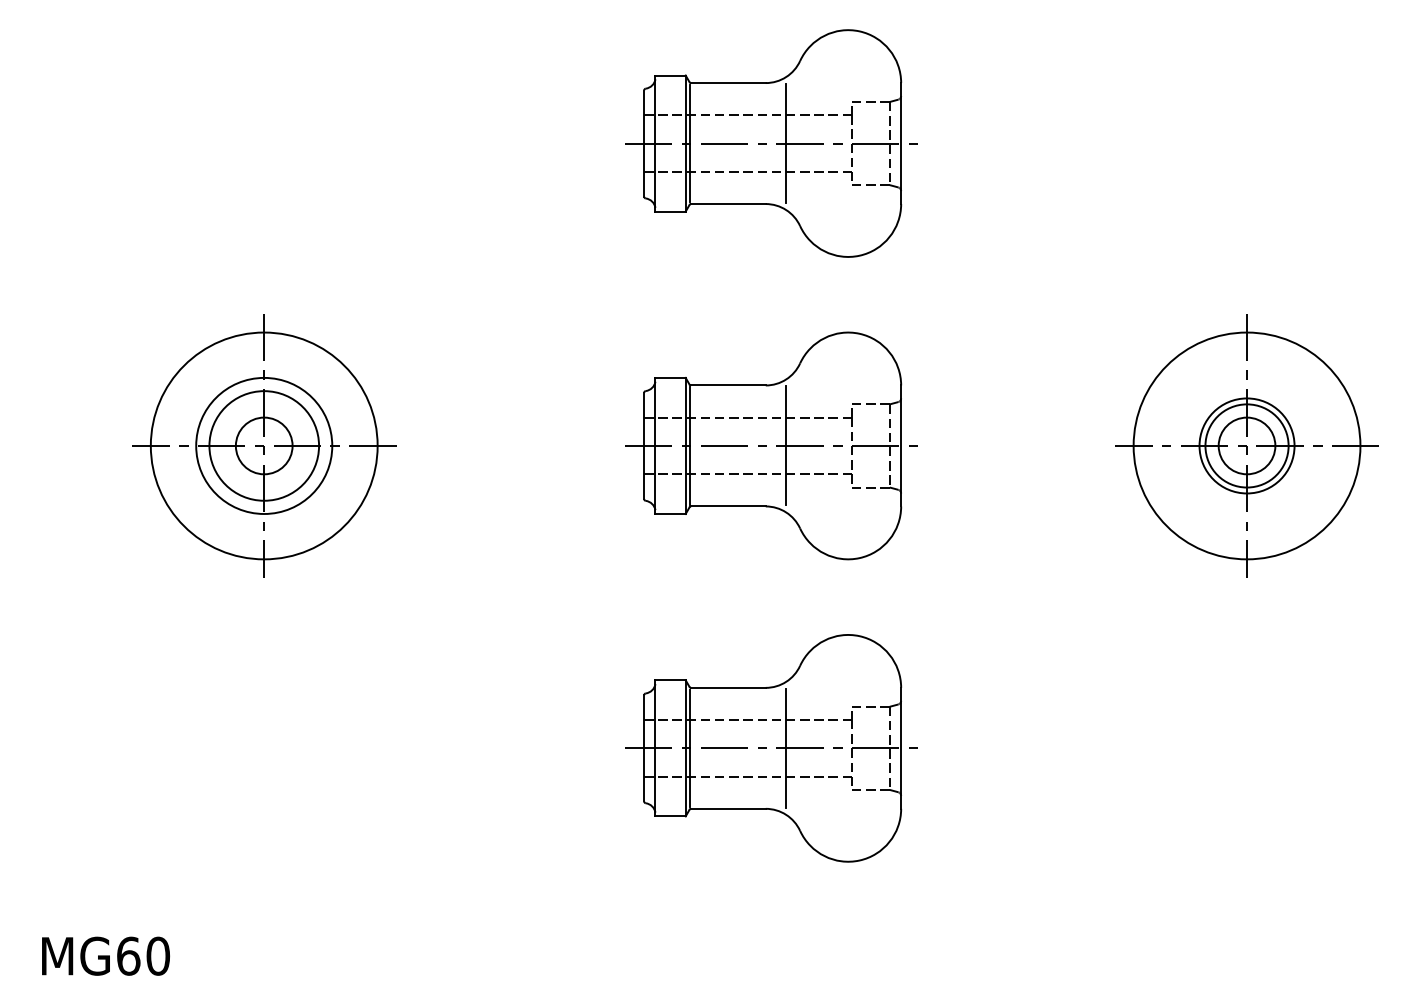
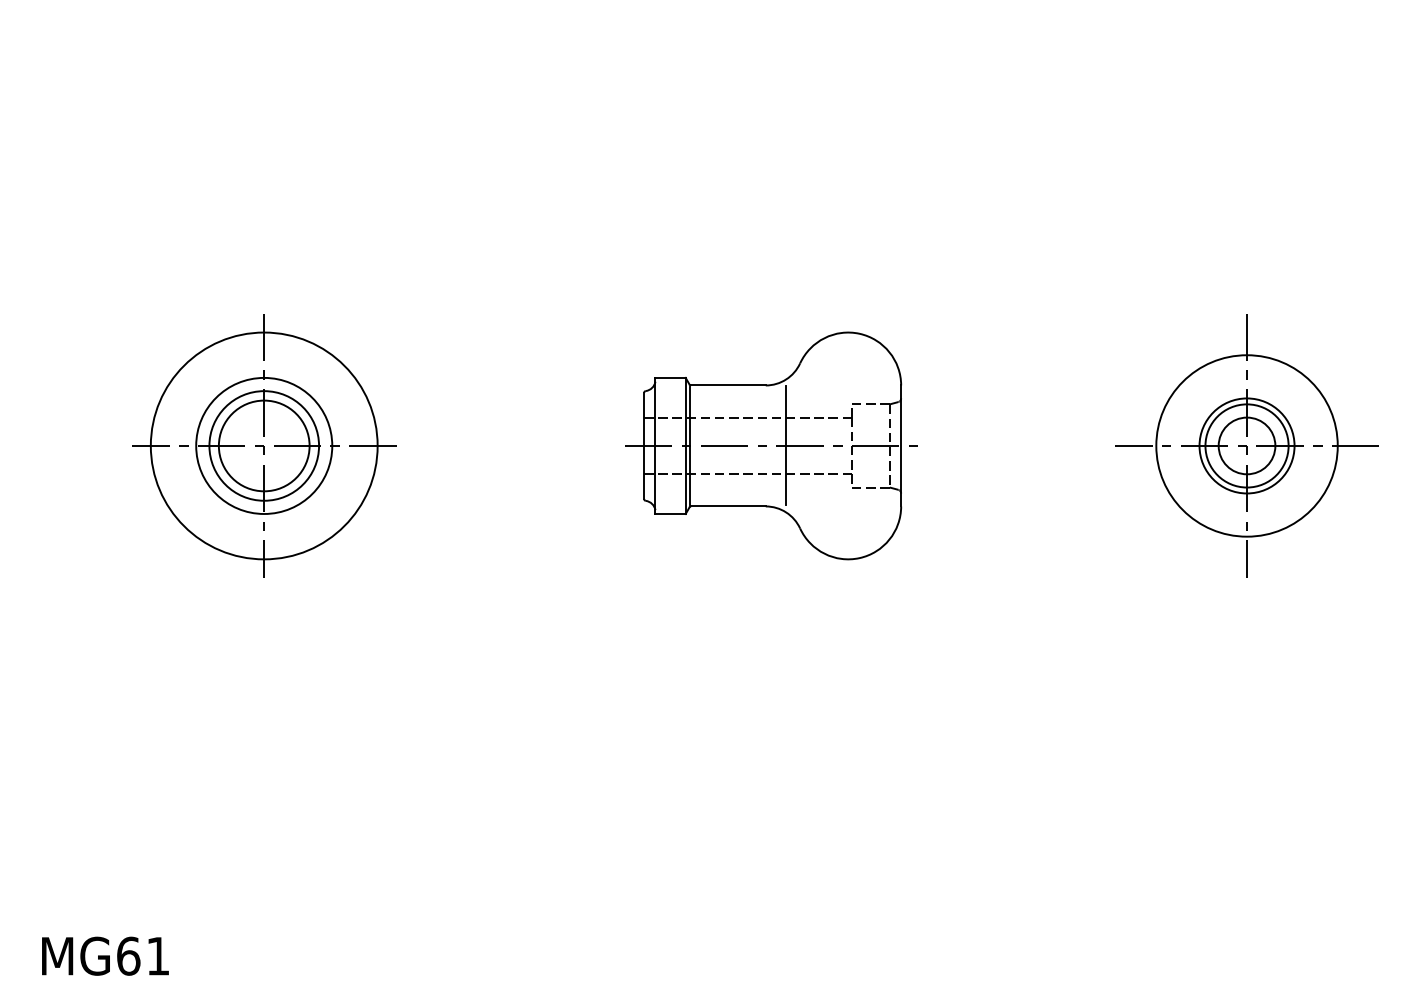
part at (771, 143): present -> none
circle at (263, 445) diameter: 57 px -> 91 px
circle at (1246, 445) diameter: 227 px -> 181 px
part at (771, 748): present -> none
text at (158, 955): MG60 -> MG61
